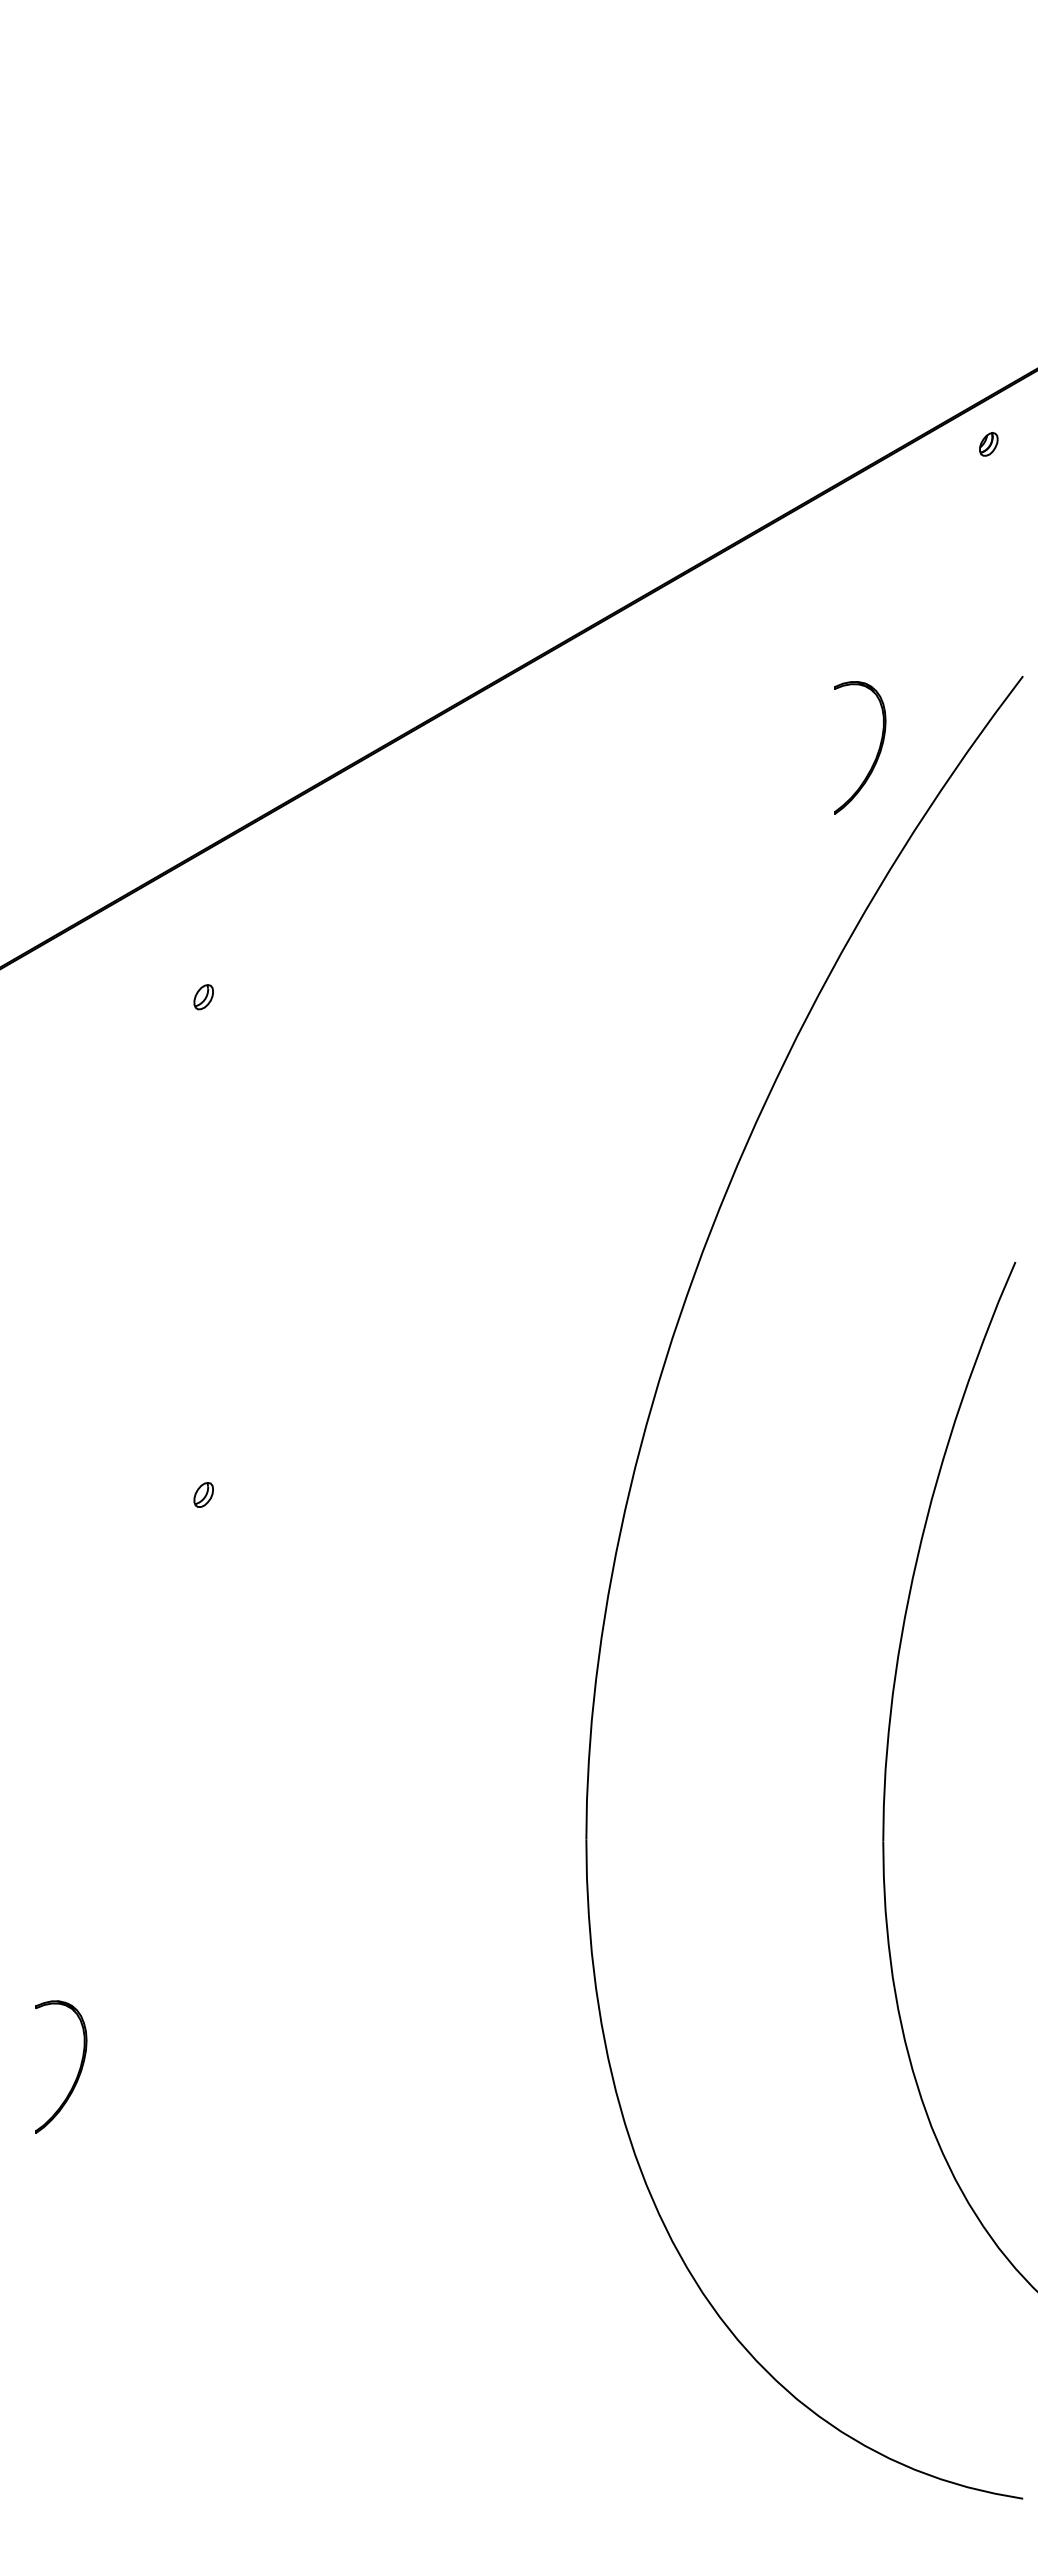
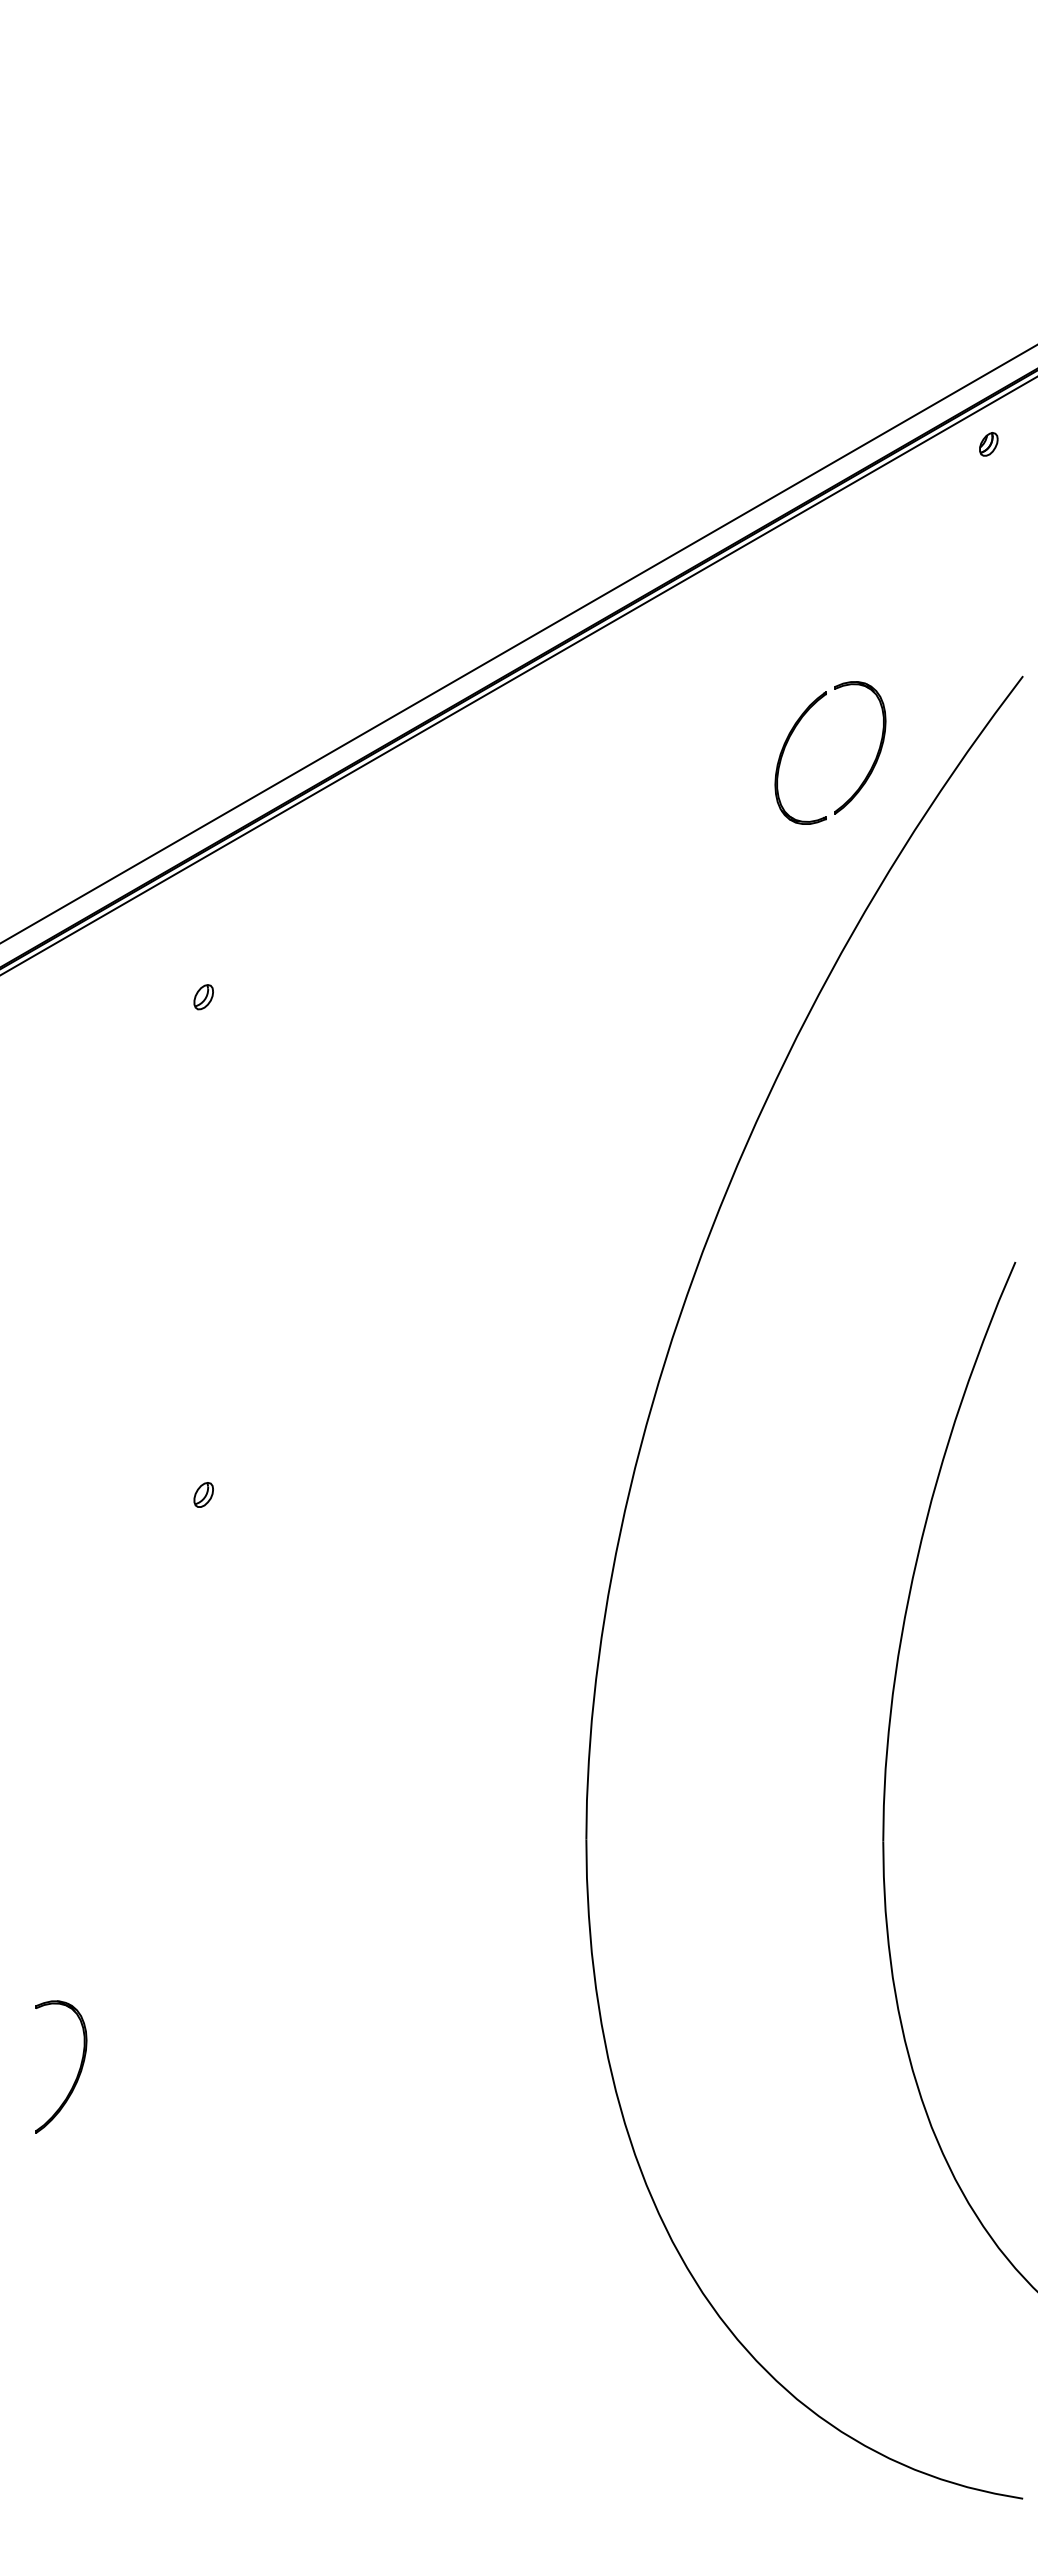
line at (518, 644): none -> present
line at (518, 676): none -> present
part at (784, 751): none -> present
